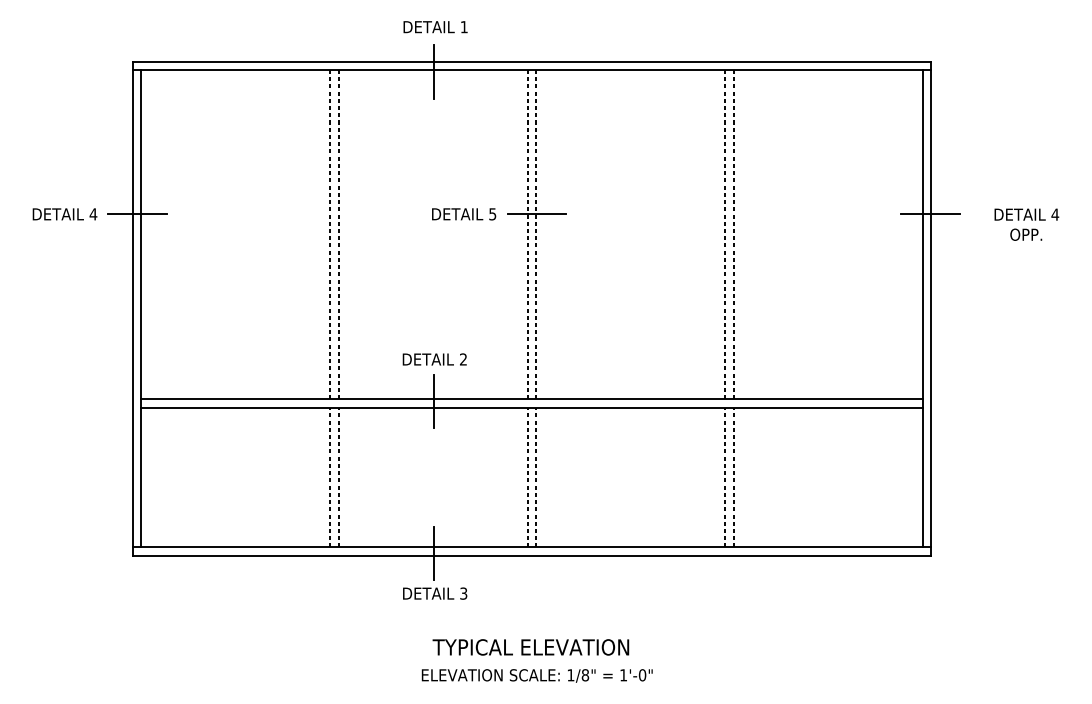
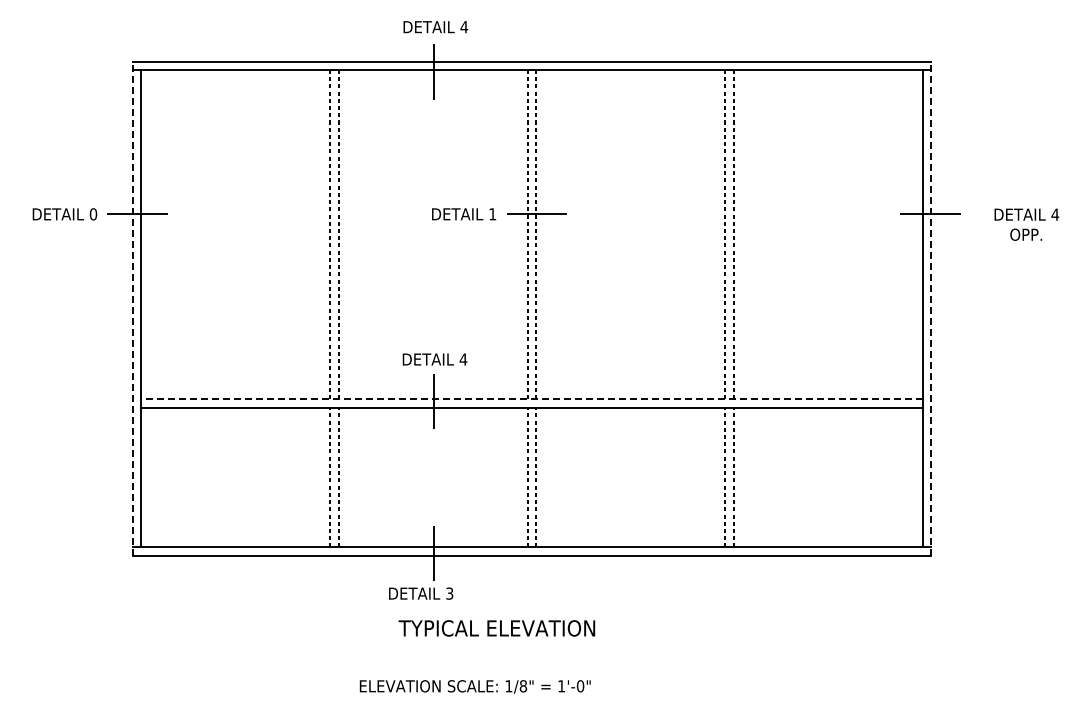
text at (464, 27): 1 -> 4
text at (93, 214): 4 -> 0
text at (492, 214): 5 -> 1
line at (132, 308): solid -> dashed
line at (931, 308): solid -> dashed
text at (463, 359): 2 -> 4
line at (531, 399): solid -> dashed
text at (435, 593) position: (435, 593) -> (421, 593)
text at (530, 647) position: (530, 647) -> (496, 628)
text at (536, 675) position: (536, 675) -> (474, 686)
